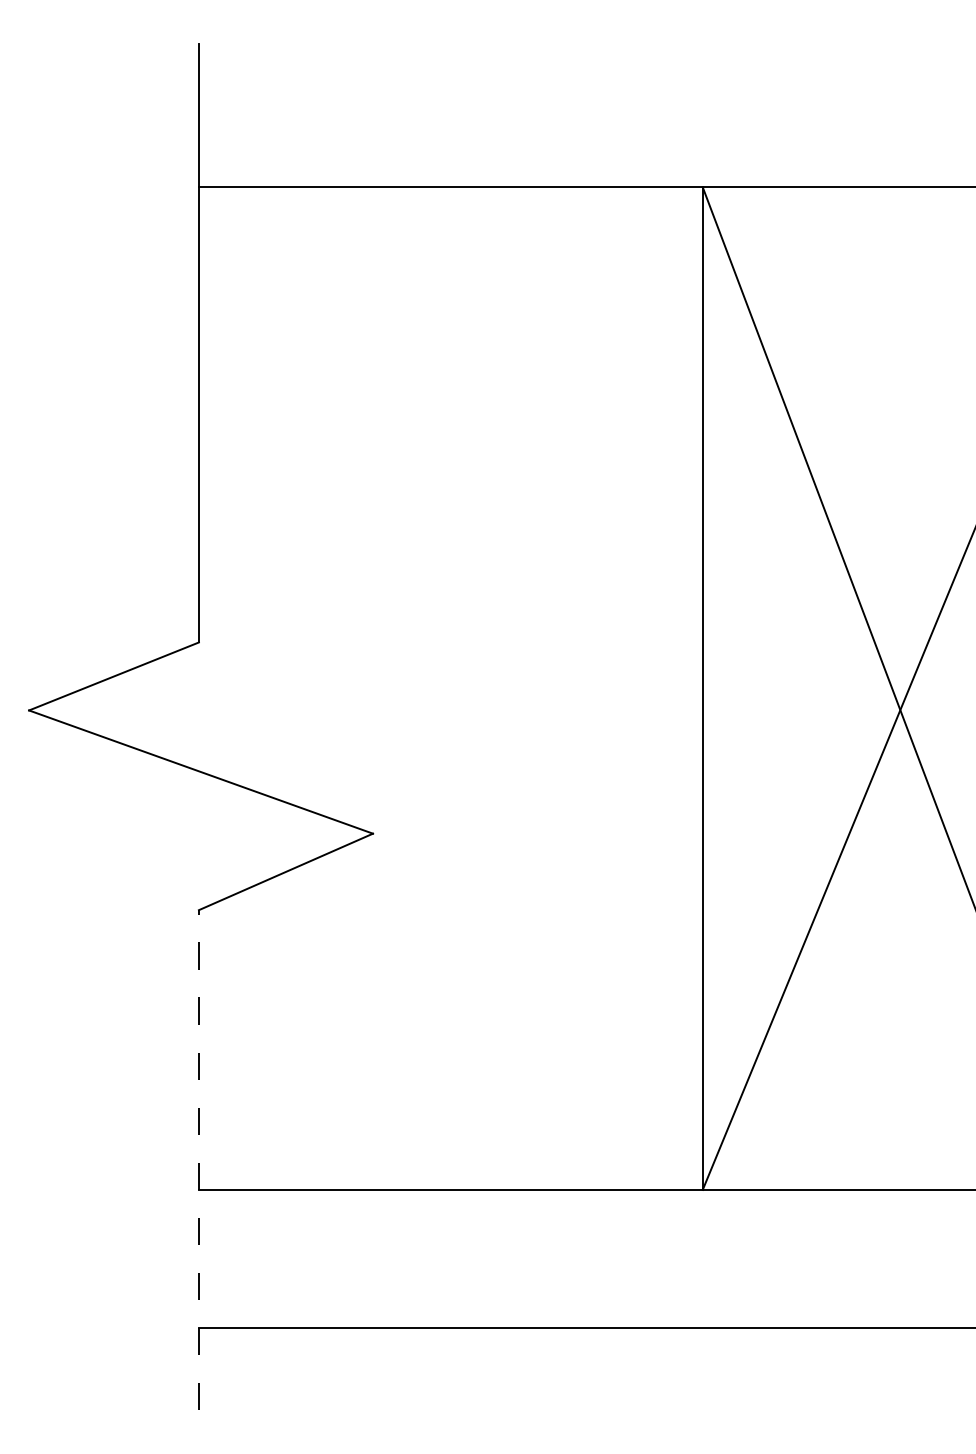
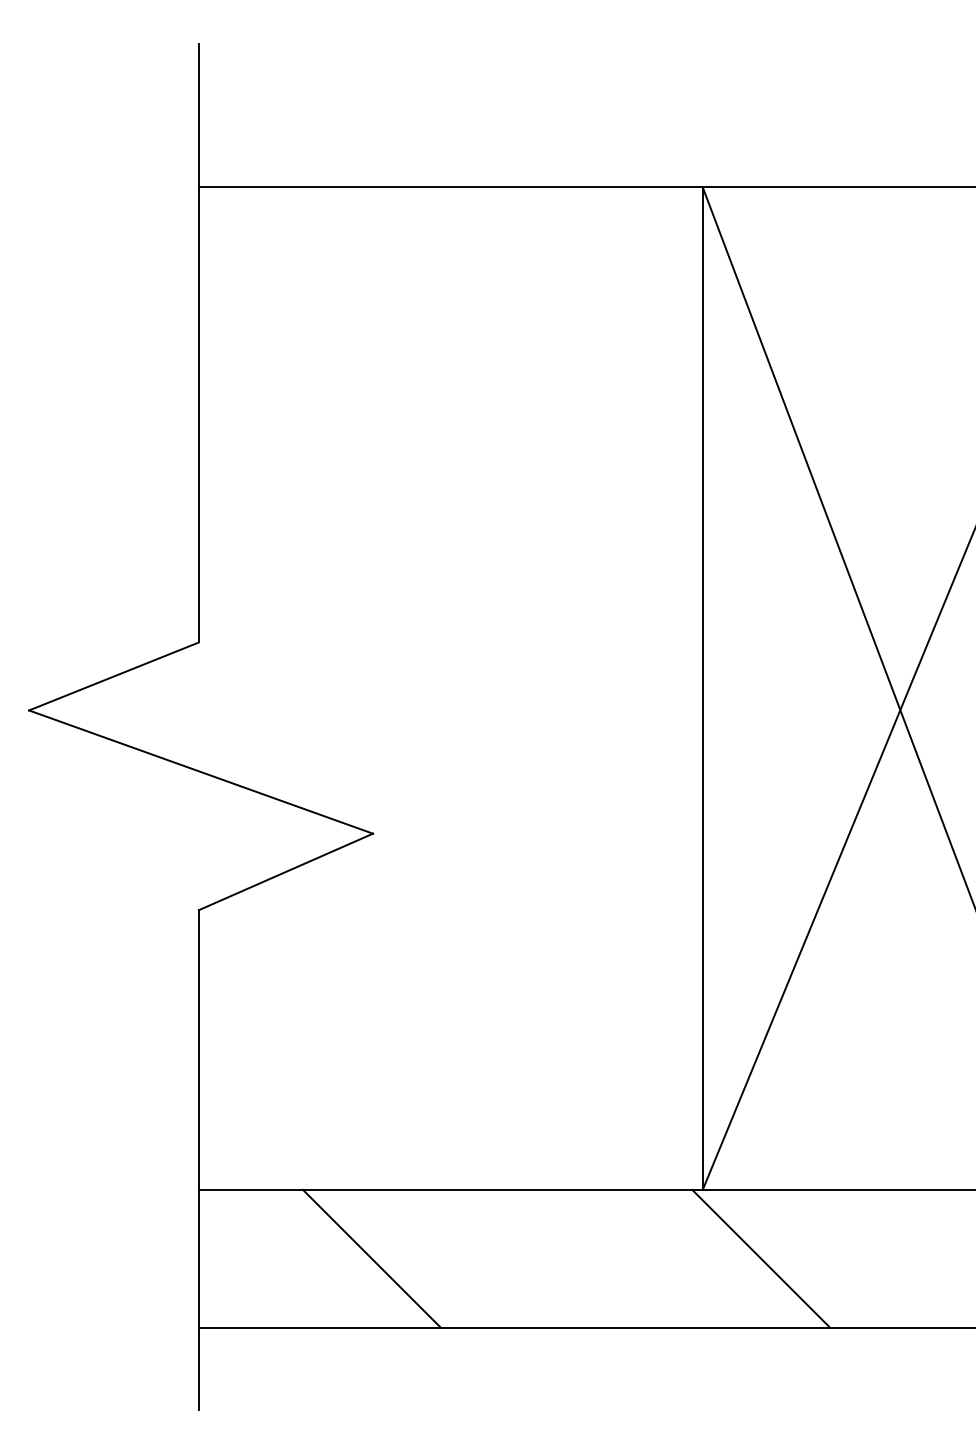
line at (198, 1159): dashed -> solid
line at (371, 1258): none -> present
line at (760, 1258): none -> present
